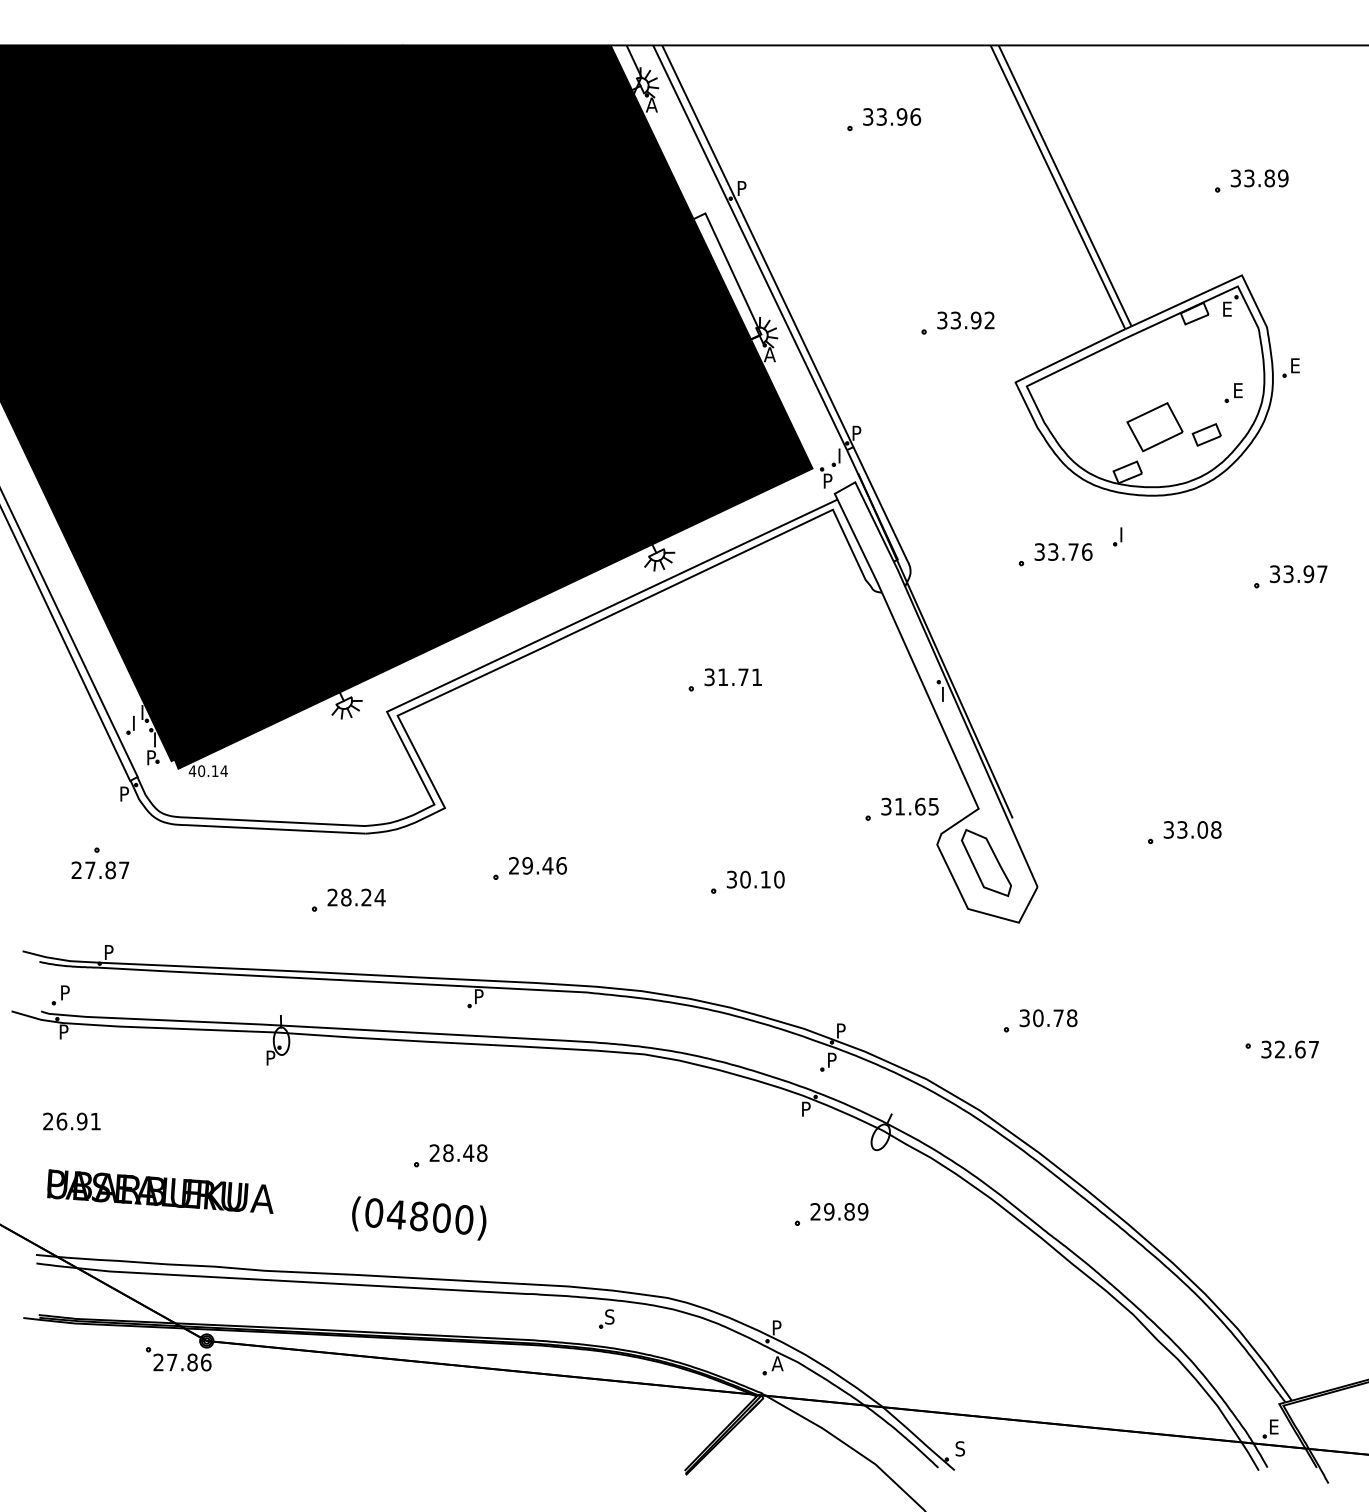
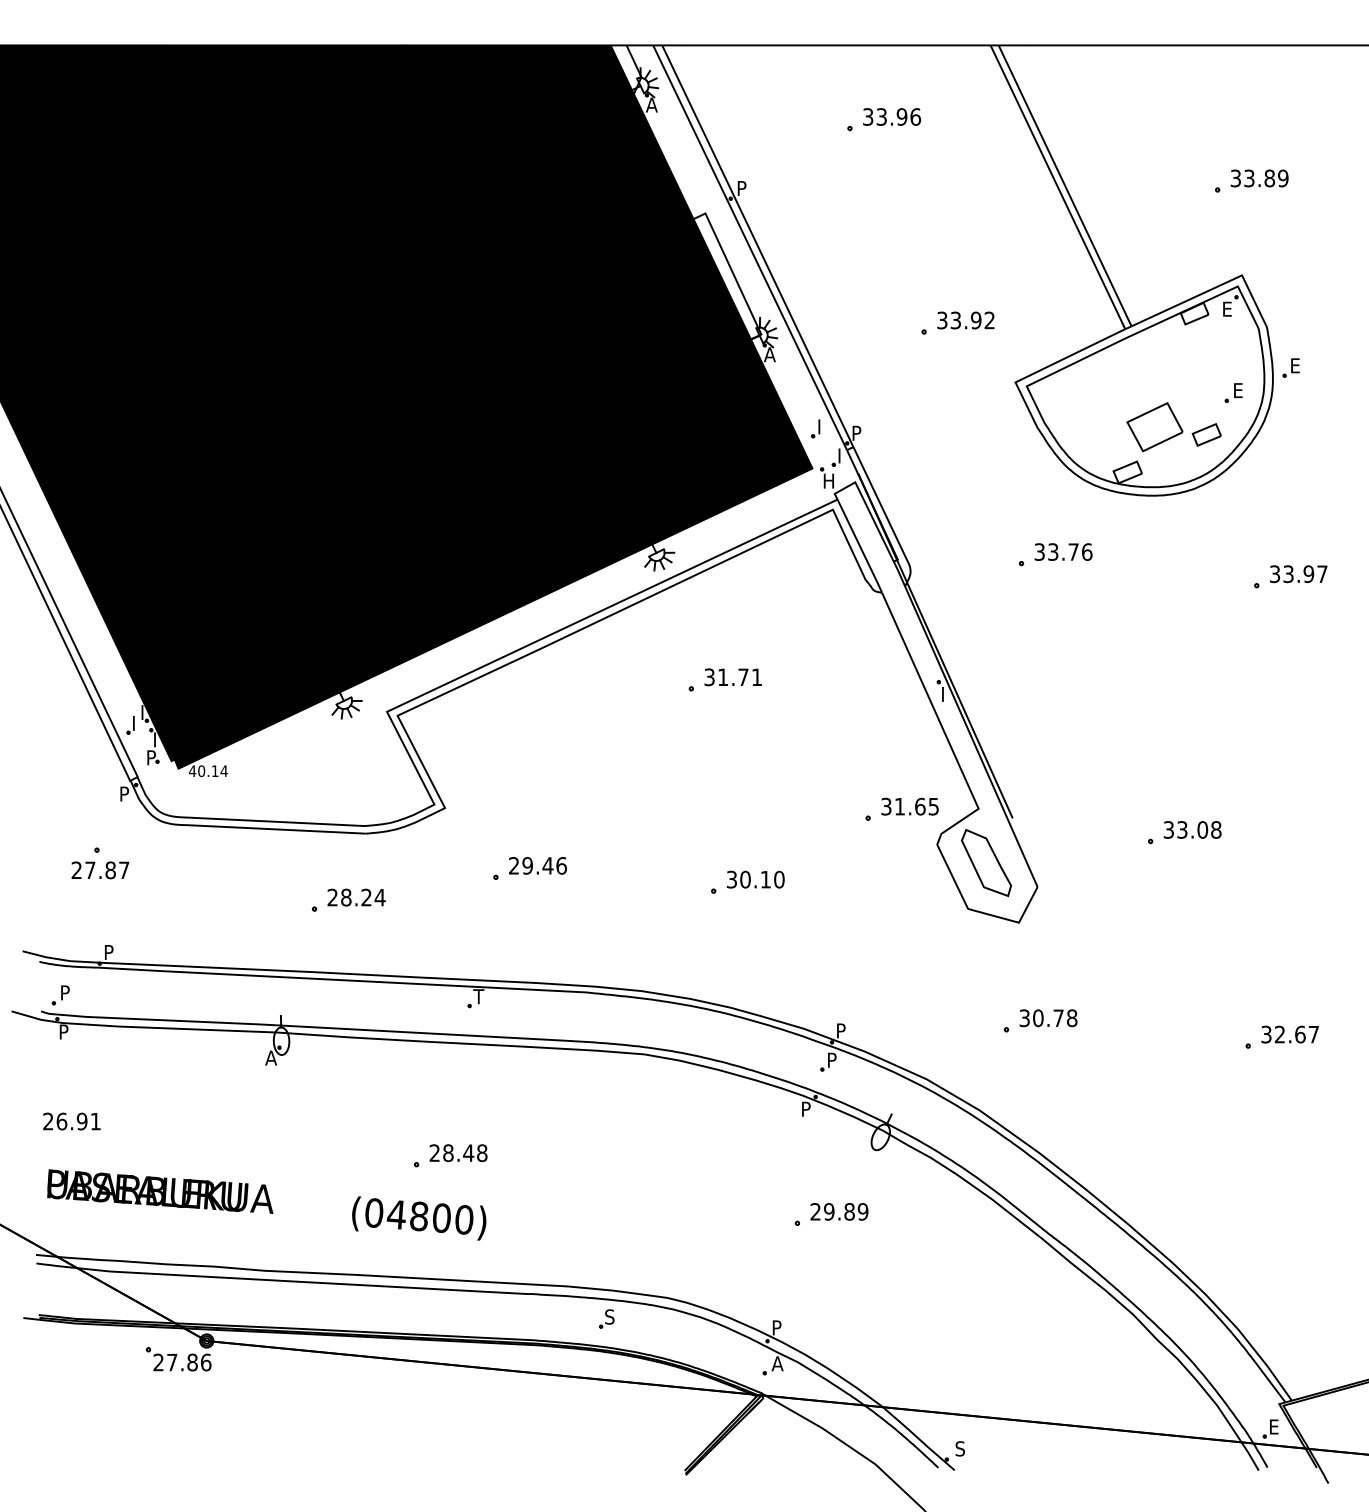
text at (829, 480): P -> H
part at (1117, 536) position: (1117, 536) -> (815, 428)
text at (478, 996): P -> T
text at (1289, 1049) position: (1289, 1049) -> (1289, 1034)
text at (271, 1057): P -> A
